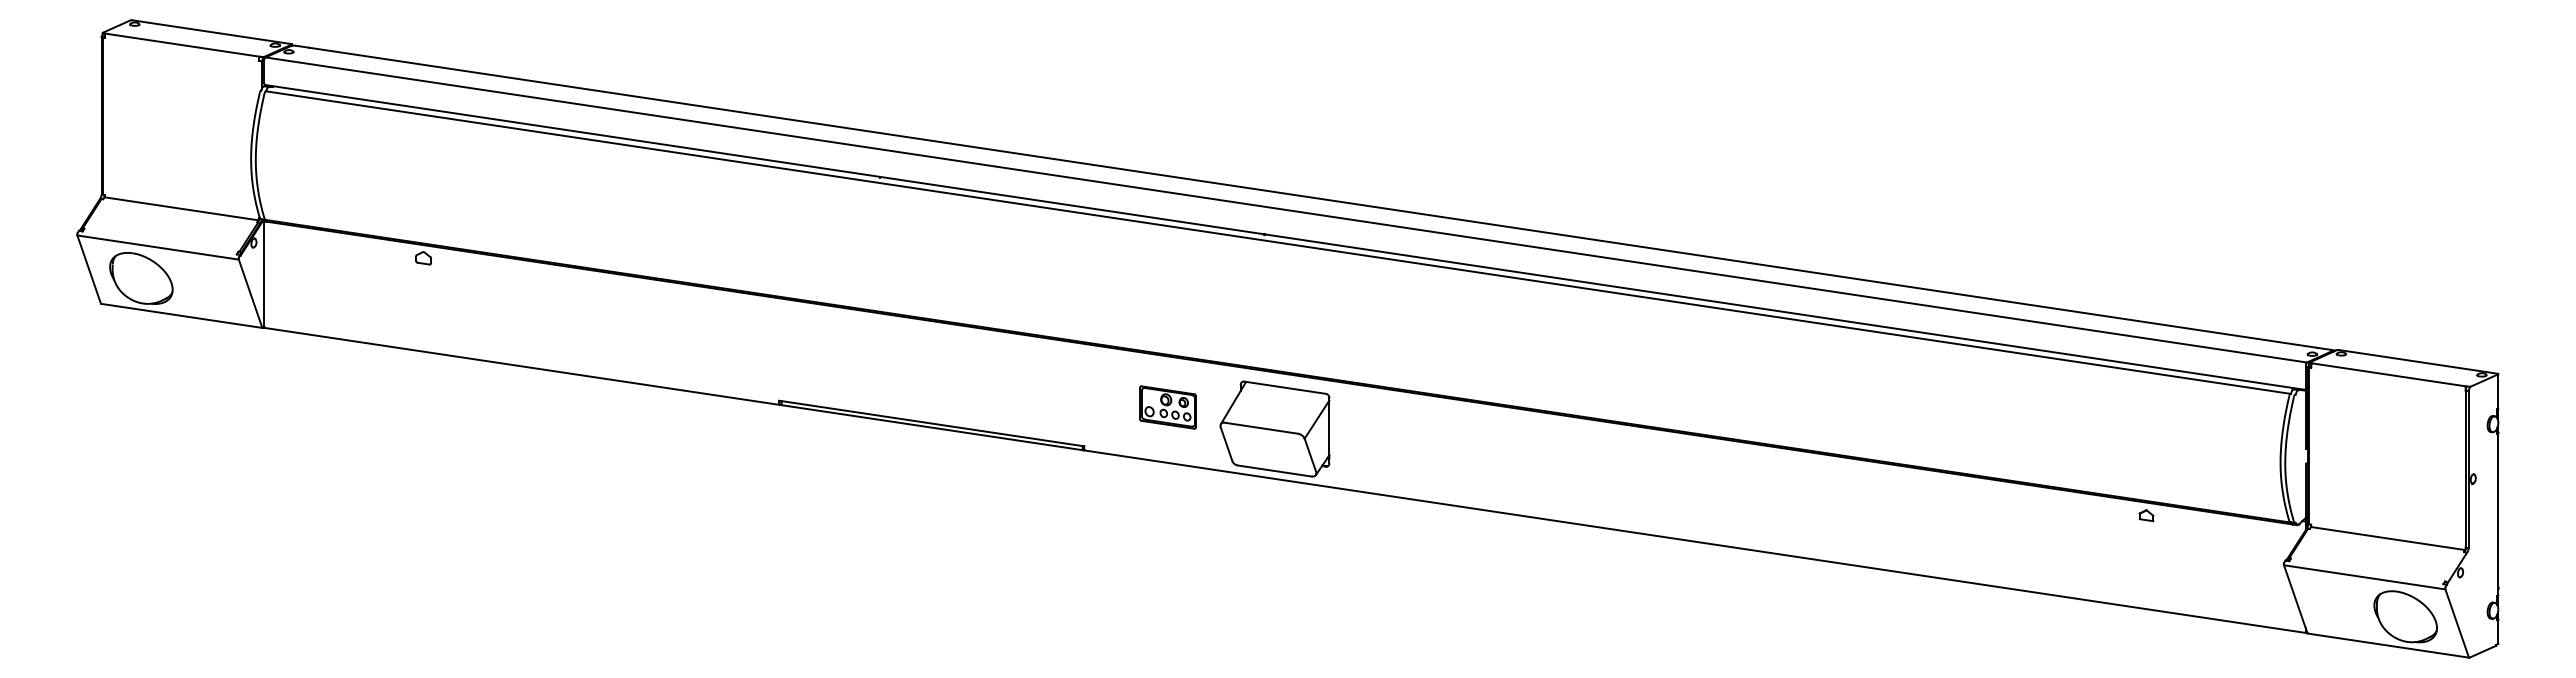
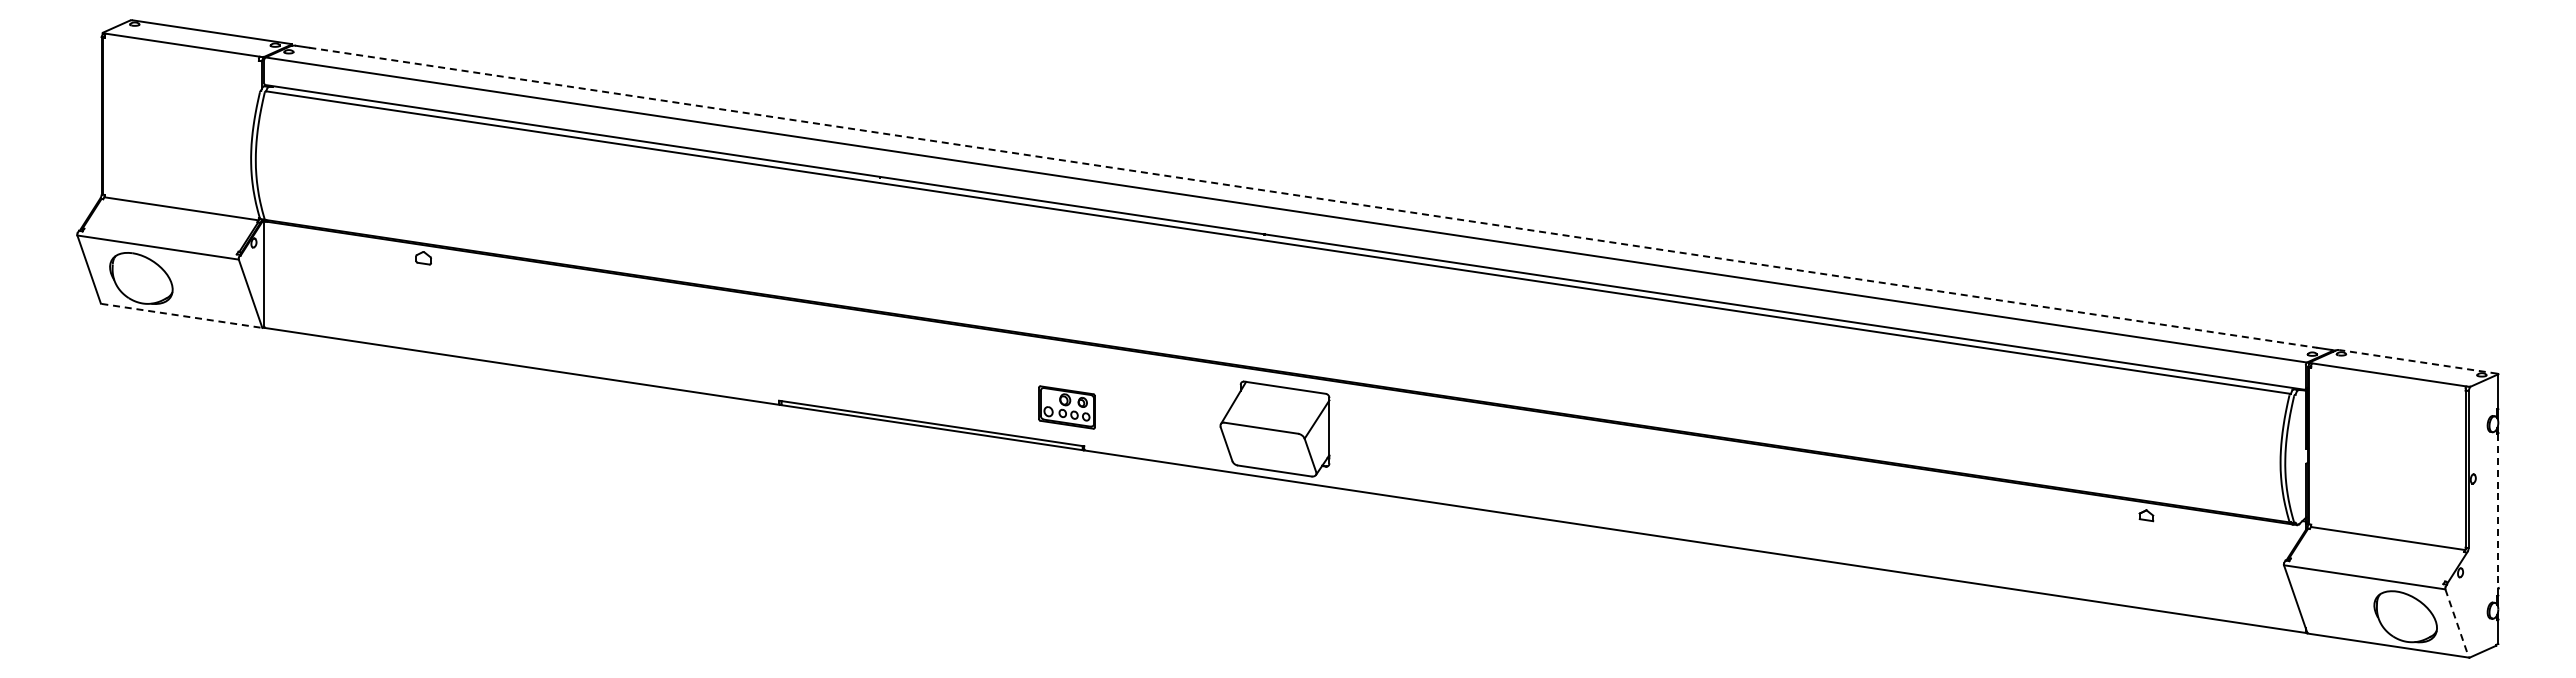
line at (1313, 197): solid -> dashed
line at (182, 315): solid -> dashed
line at (2418, 361): solid -> dashed
part at (1167, 407) position: (1167, 407) -> (1066, 407)
line at (2498, 513): solid -> dashed
line at (2457, 623): solid -> dashed
